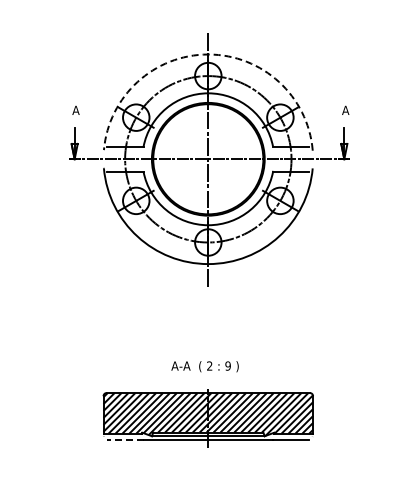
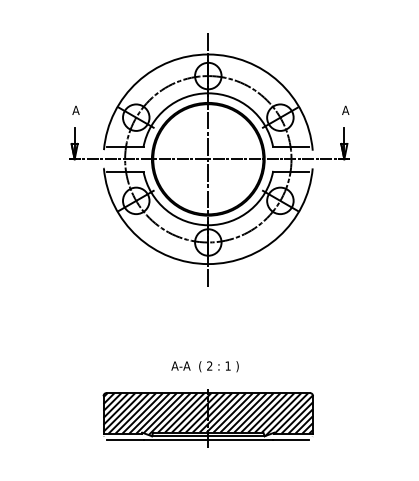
arc at (208, 54): dashed -> solid
text at (227, 365): 9 -> 1
line at (124, 439): dashed -> solid
